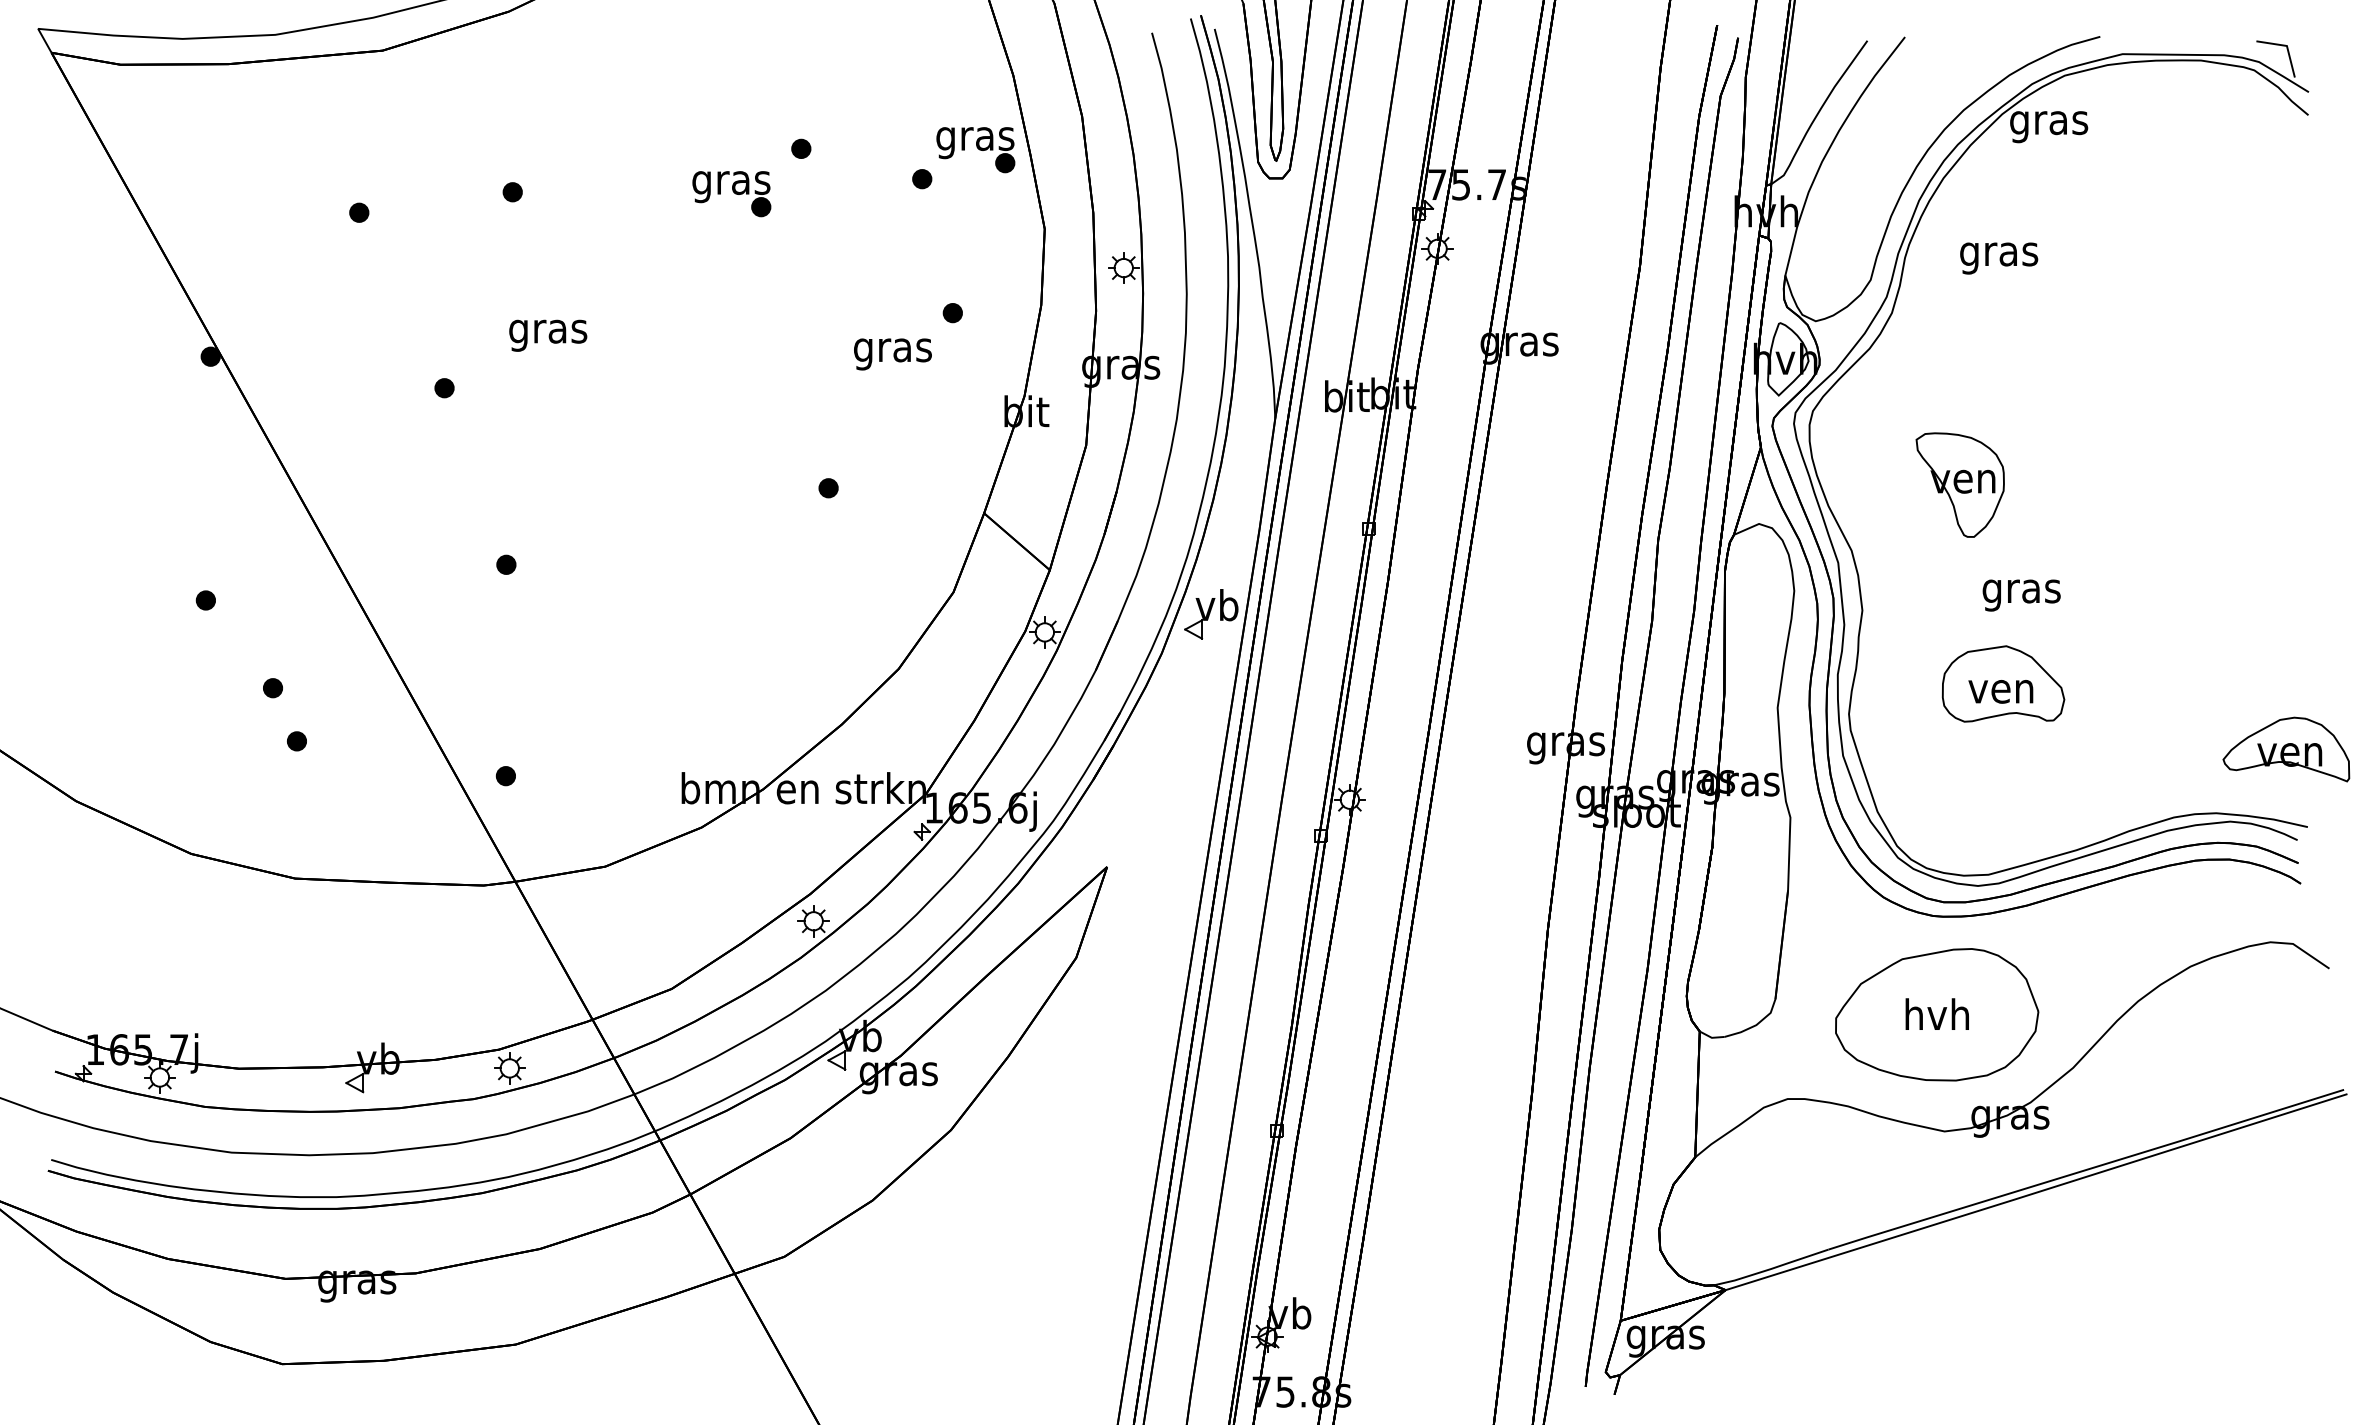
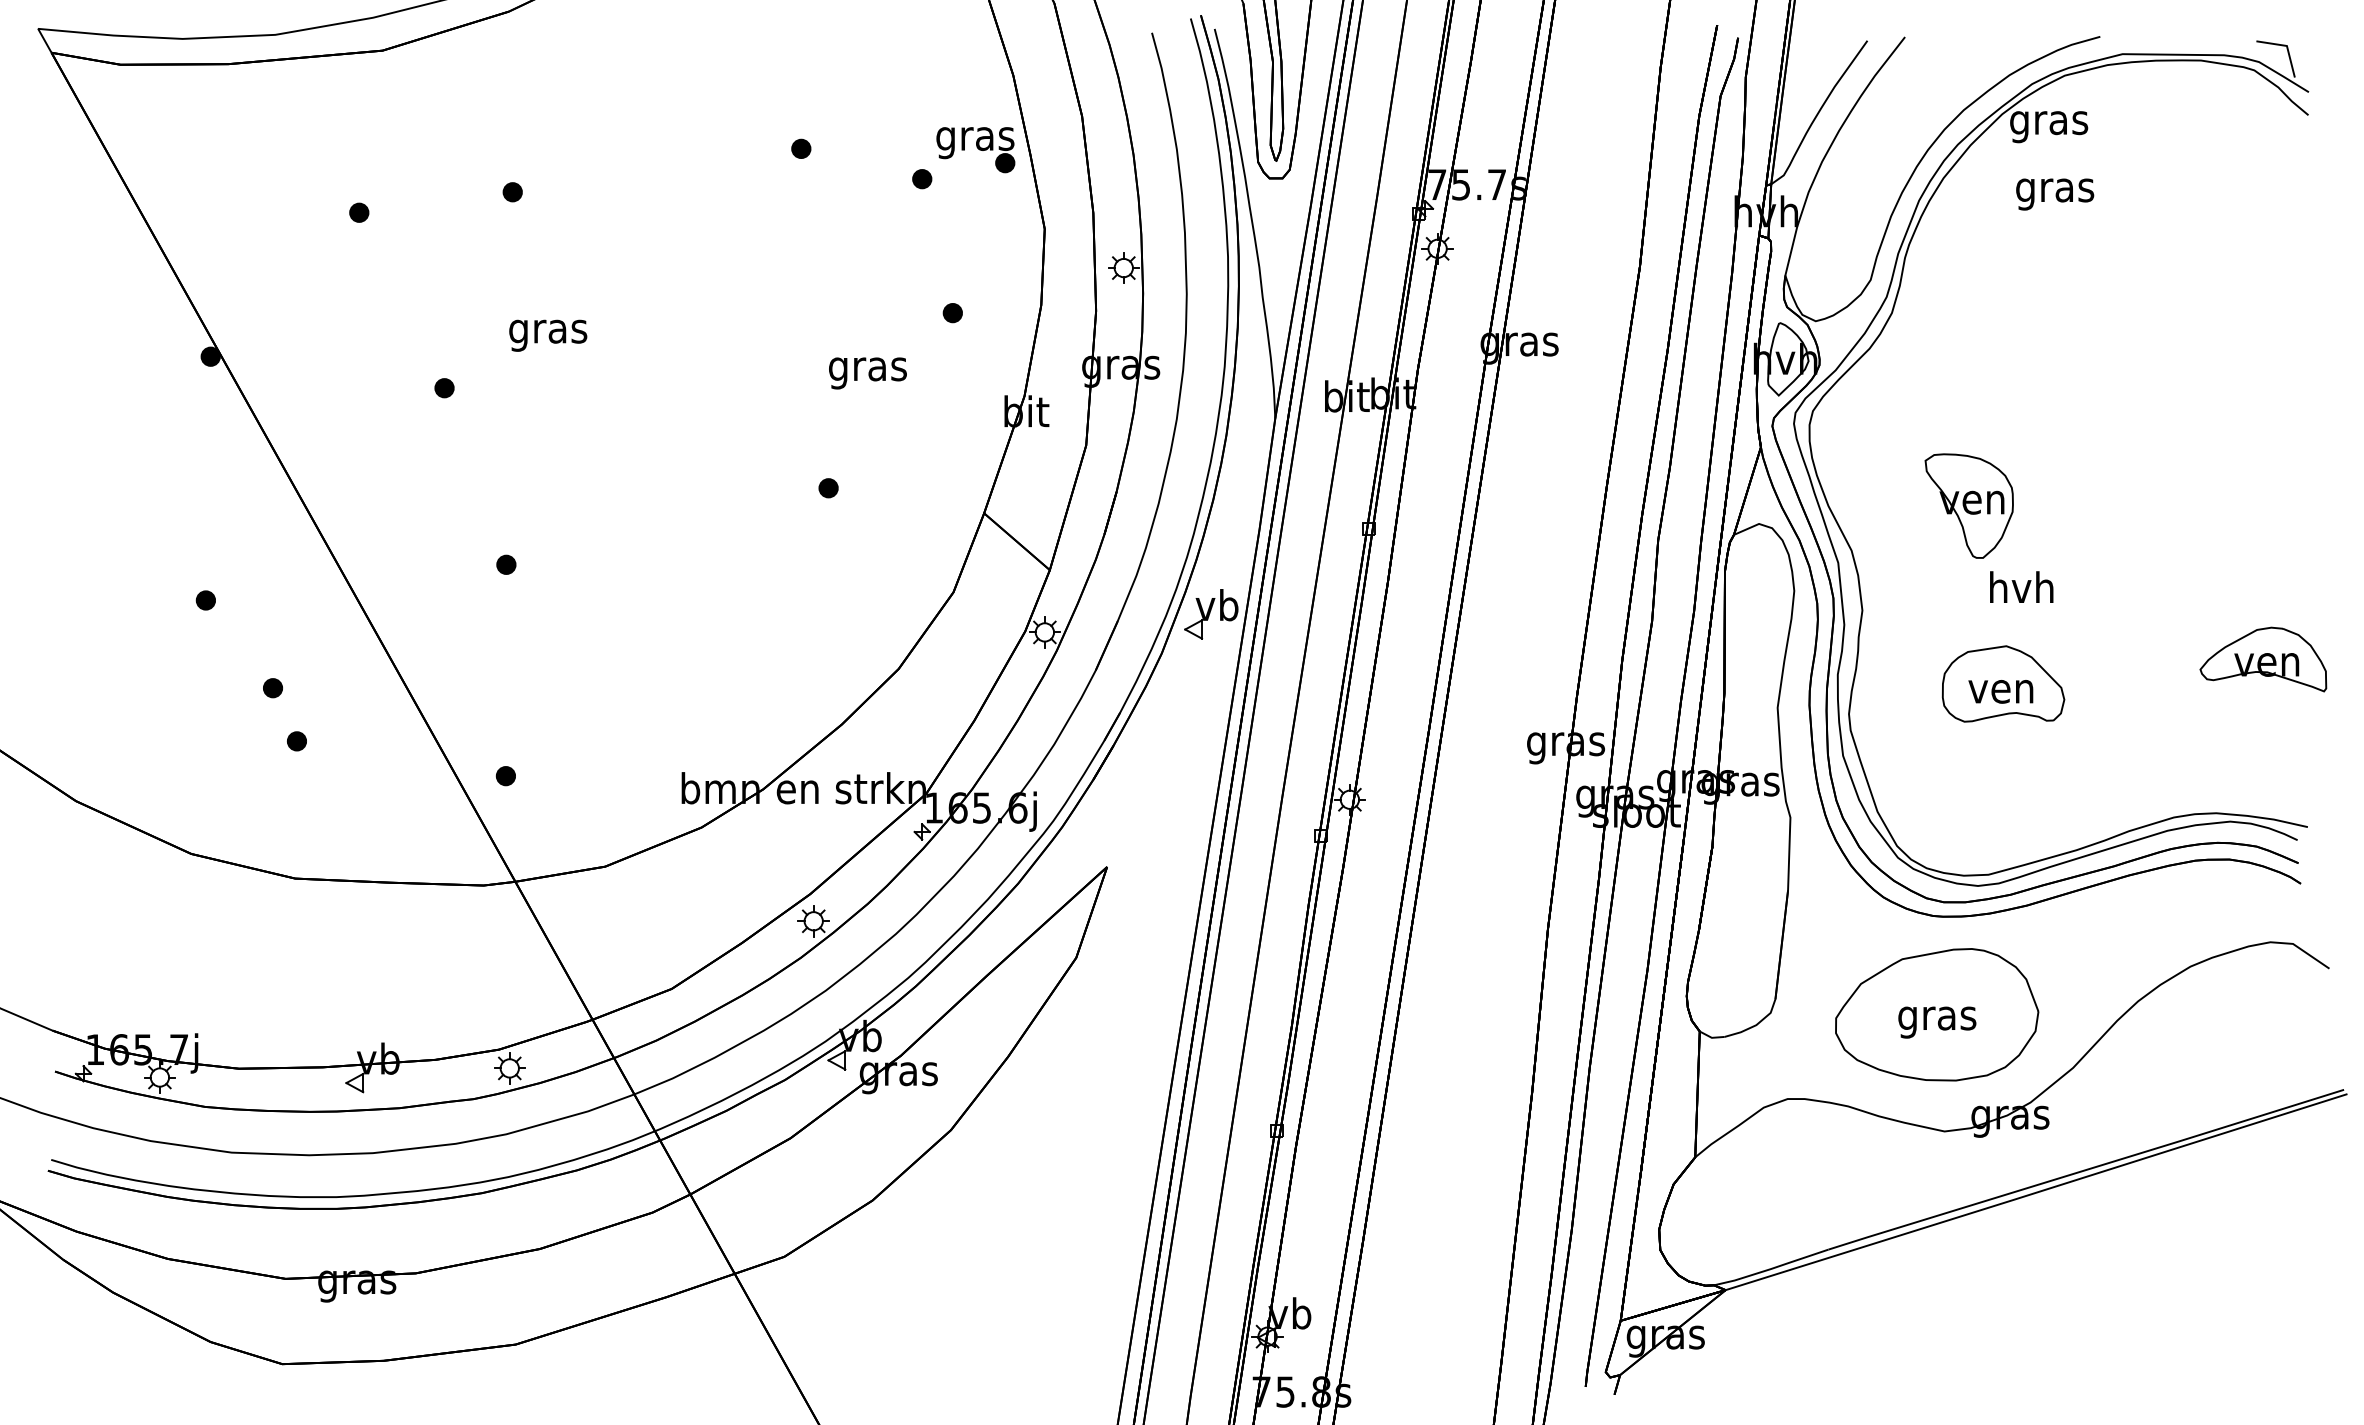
part at (731, 194): present -> none
text at (1999, 258) position: (1999, 258) -> (2055, 194)
text at (892, 354) position: (892, 354) -> (867, 373)
part at (1959, 484) position: (1959, 484) -> (1968, 505)
text at (2021, 591): gras -> hvh
part at (2286, 749) position: (2286, 749) -> (2263, 659)
text at (1937, 1018): hvh -> gras
